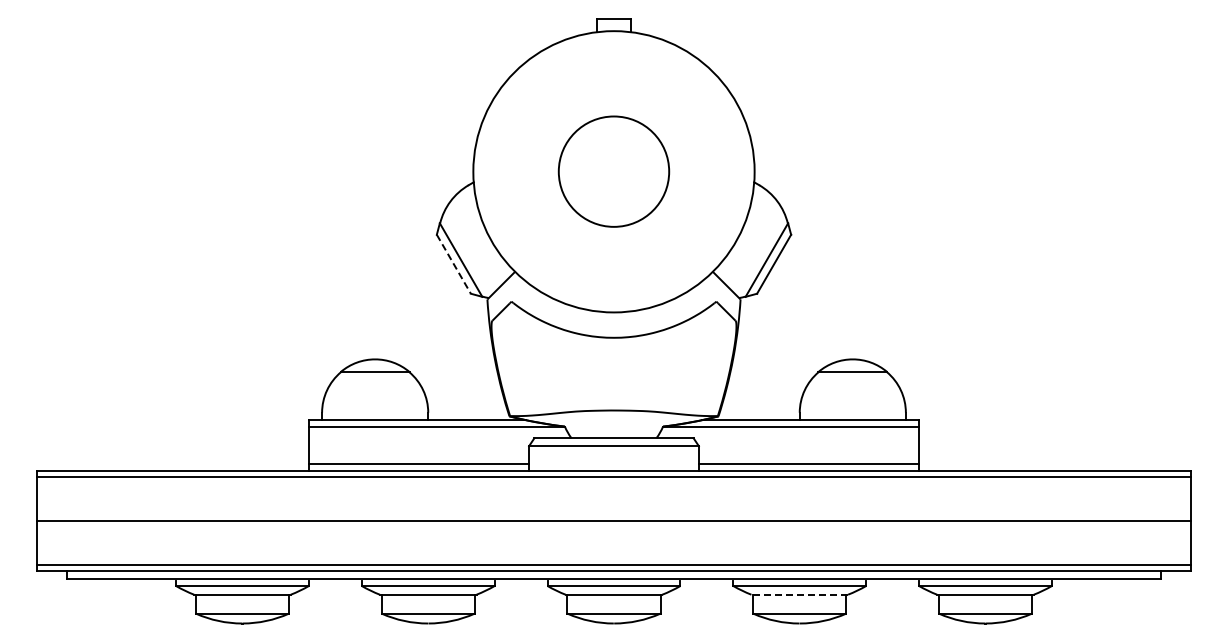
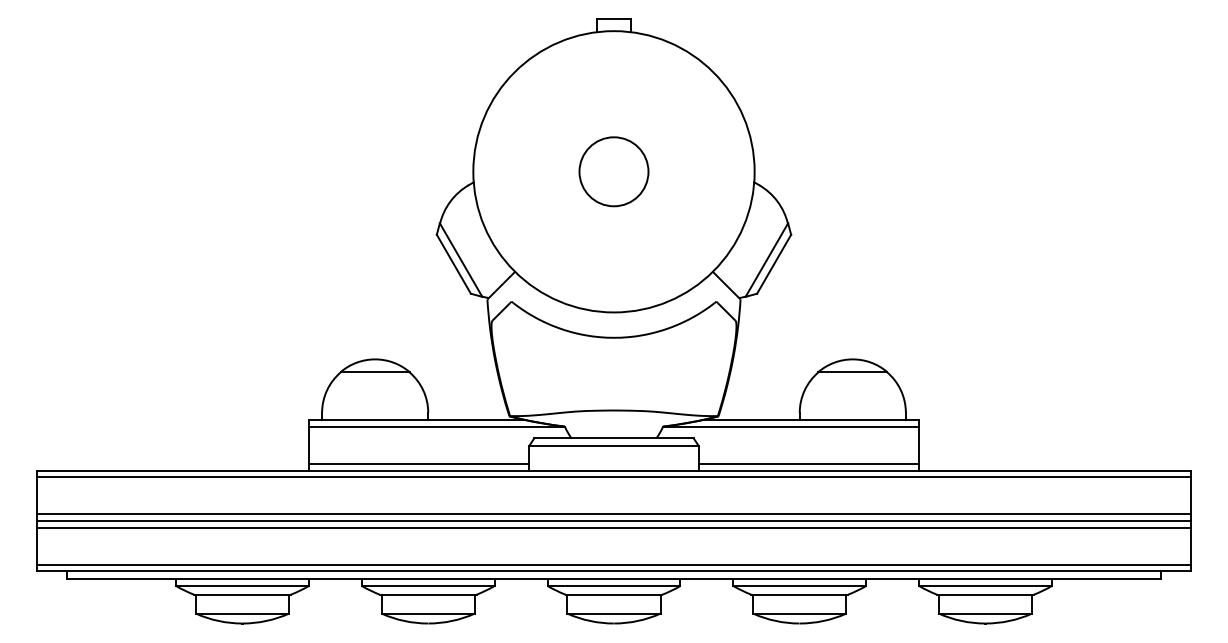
circle at (613, 171) size: 114x113 px -> 72x72 px
line at (454, 264): dashed -> solid
line at (613, 514): none -> present
line at (613, 527): none -> present
line at (799, 594): dashed -> solid
